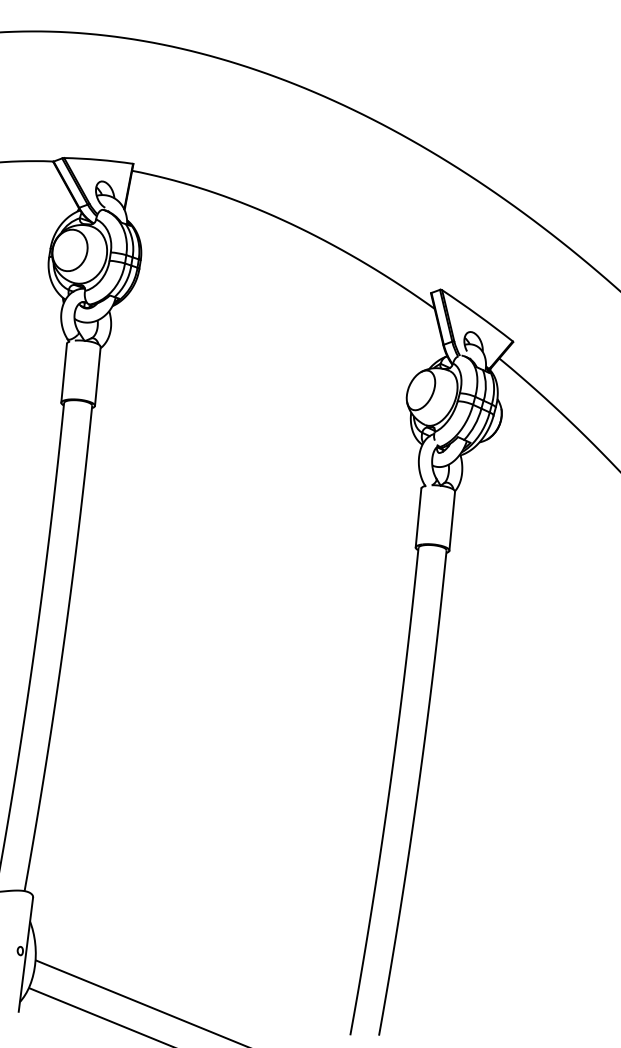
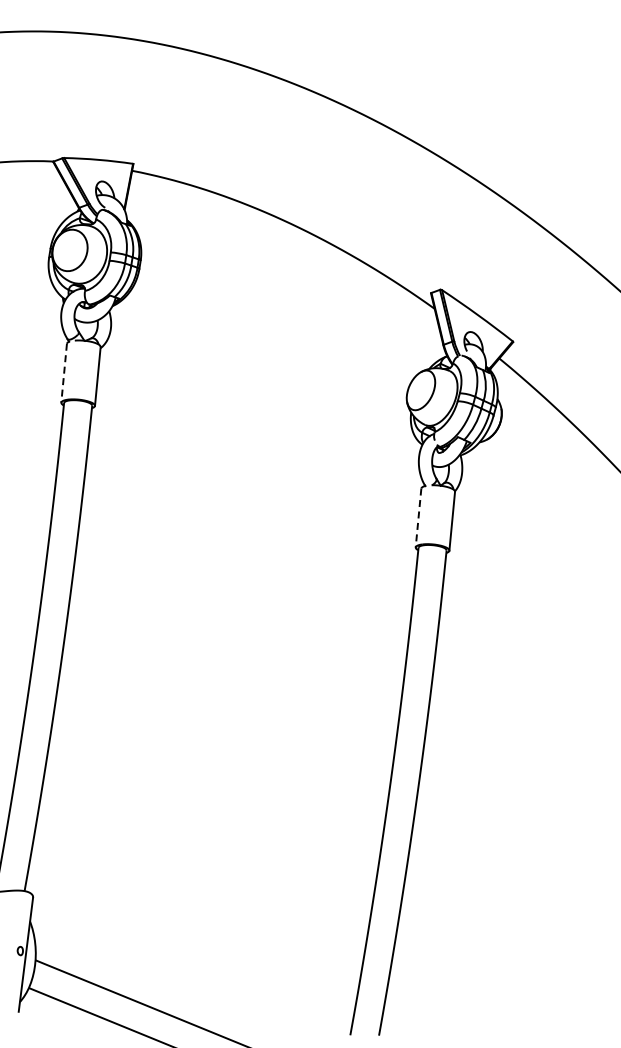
line at (64, 373): solid -> dashed
line at (418, 518): solid -> dashed
